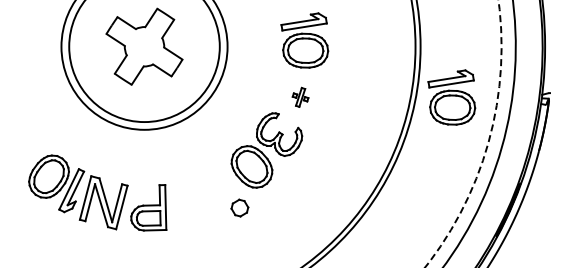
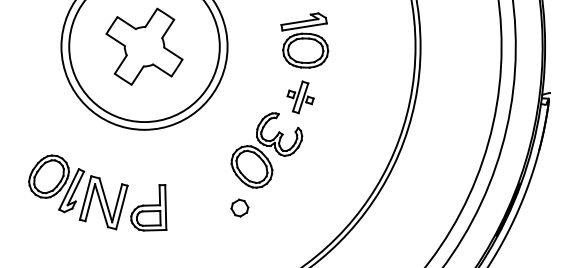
part at (300, 96) size: 19x22 px -> 29x35 px
part at (451, 97): present -> none
arc at (488, 141): dashed -> solid
